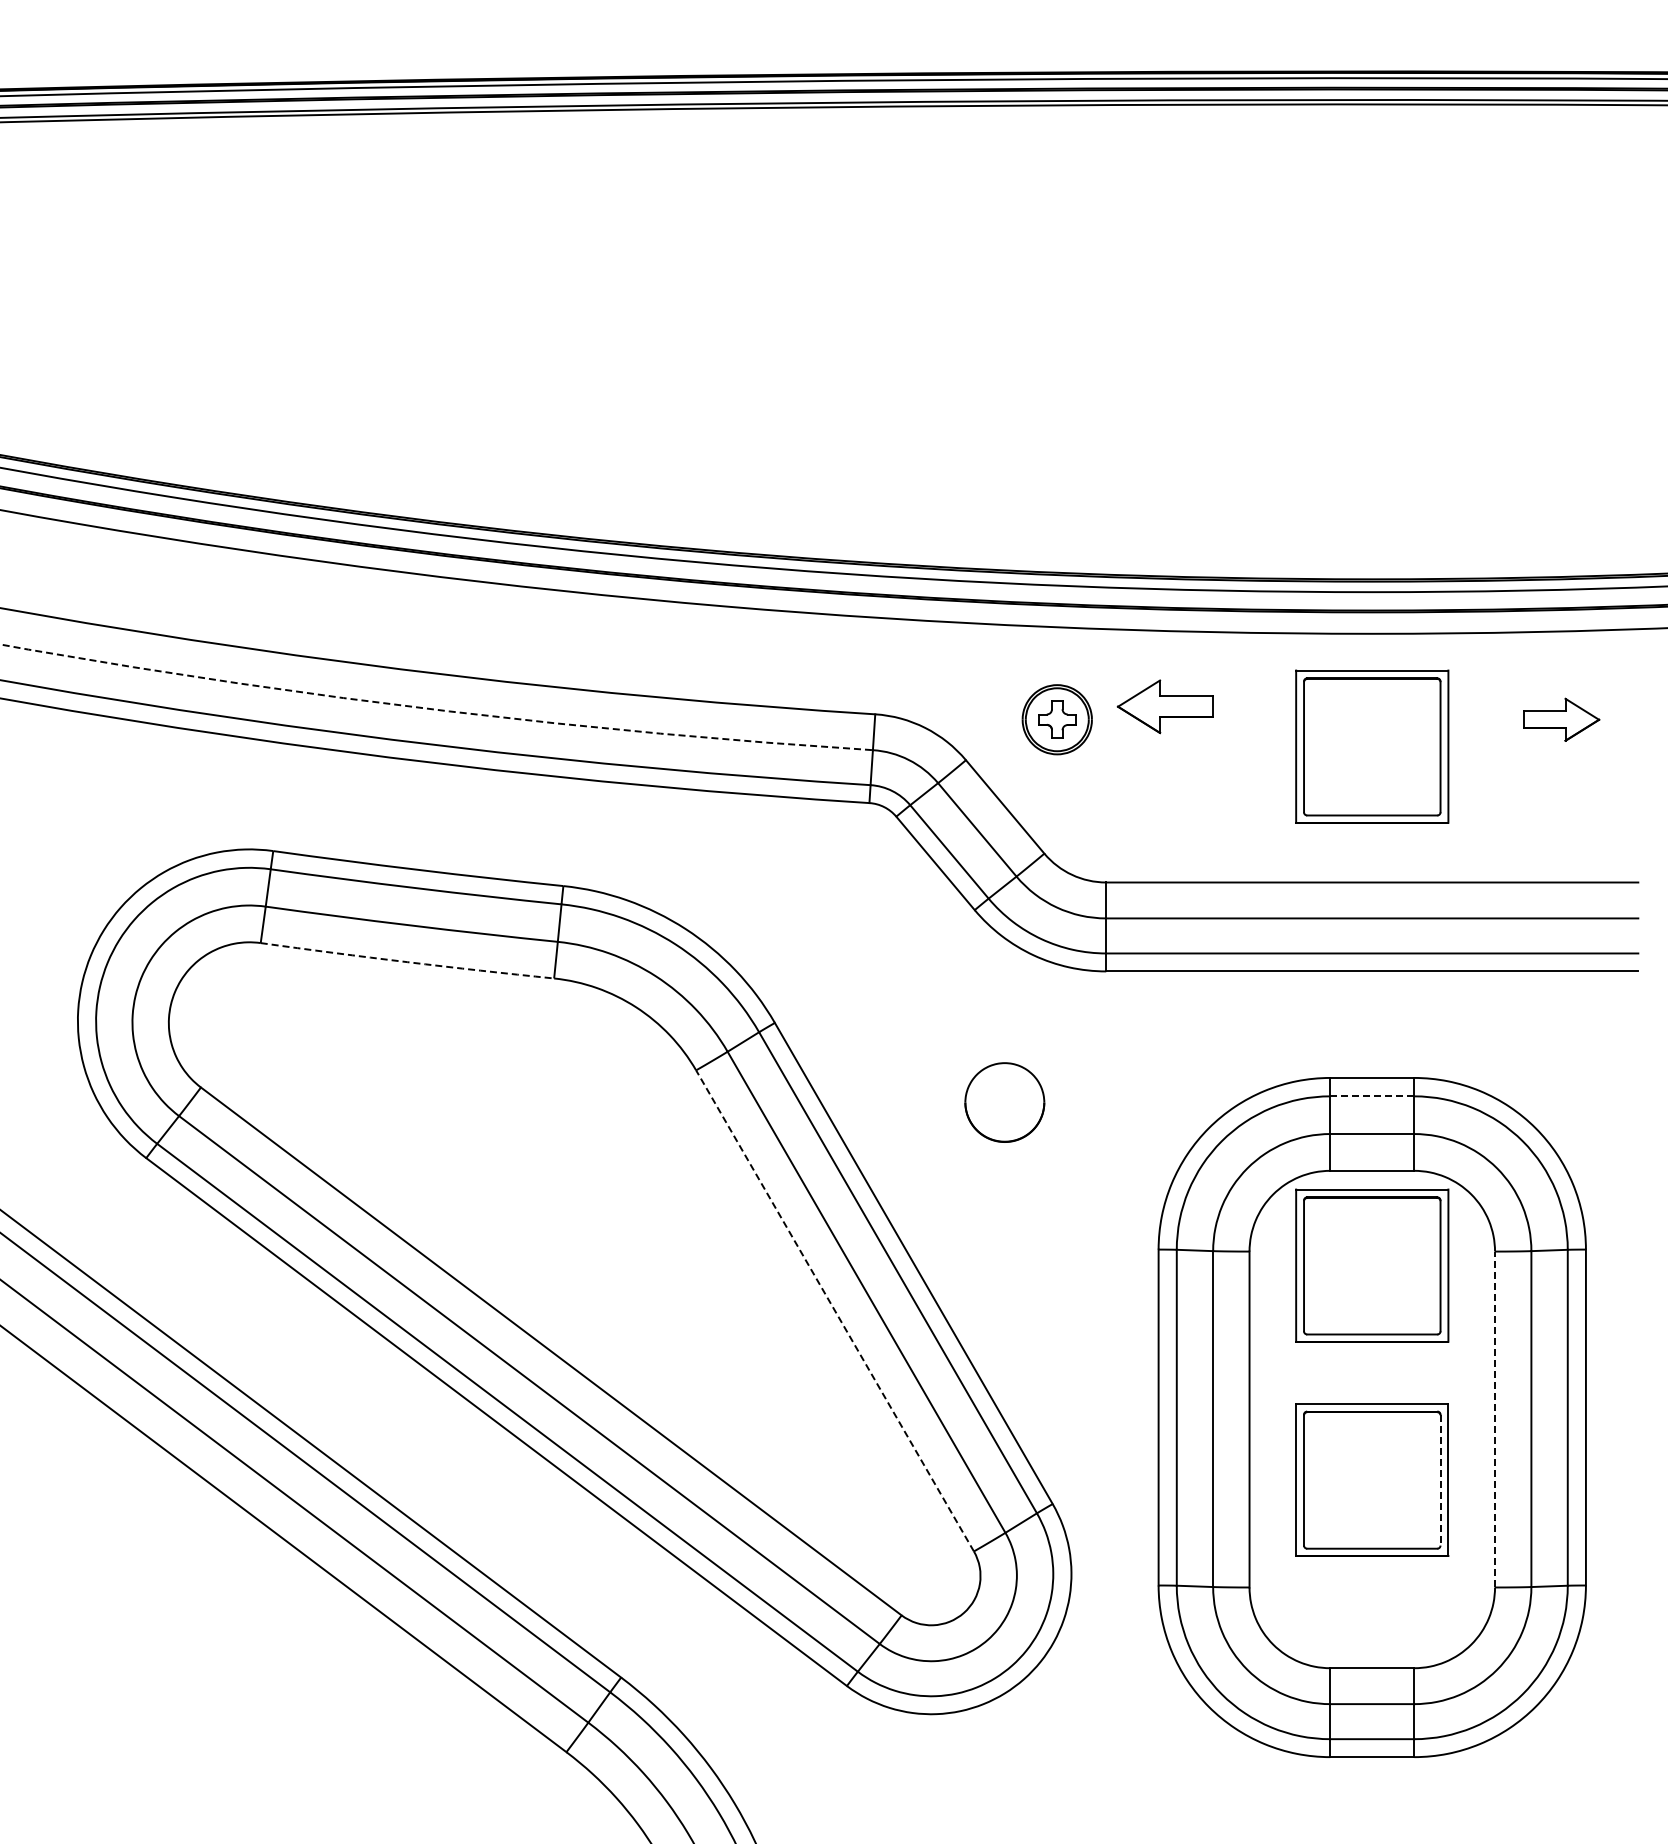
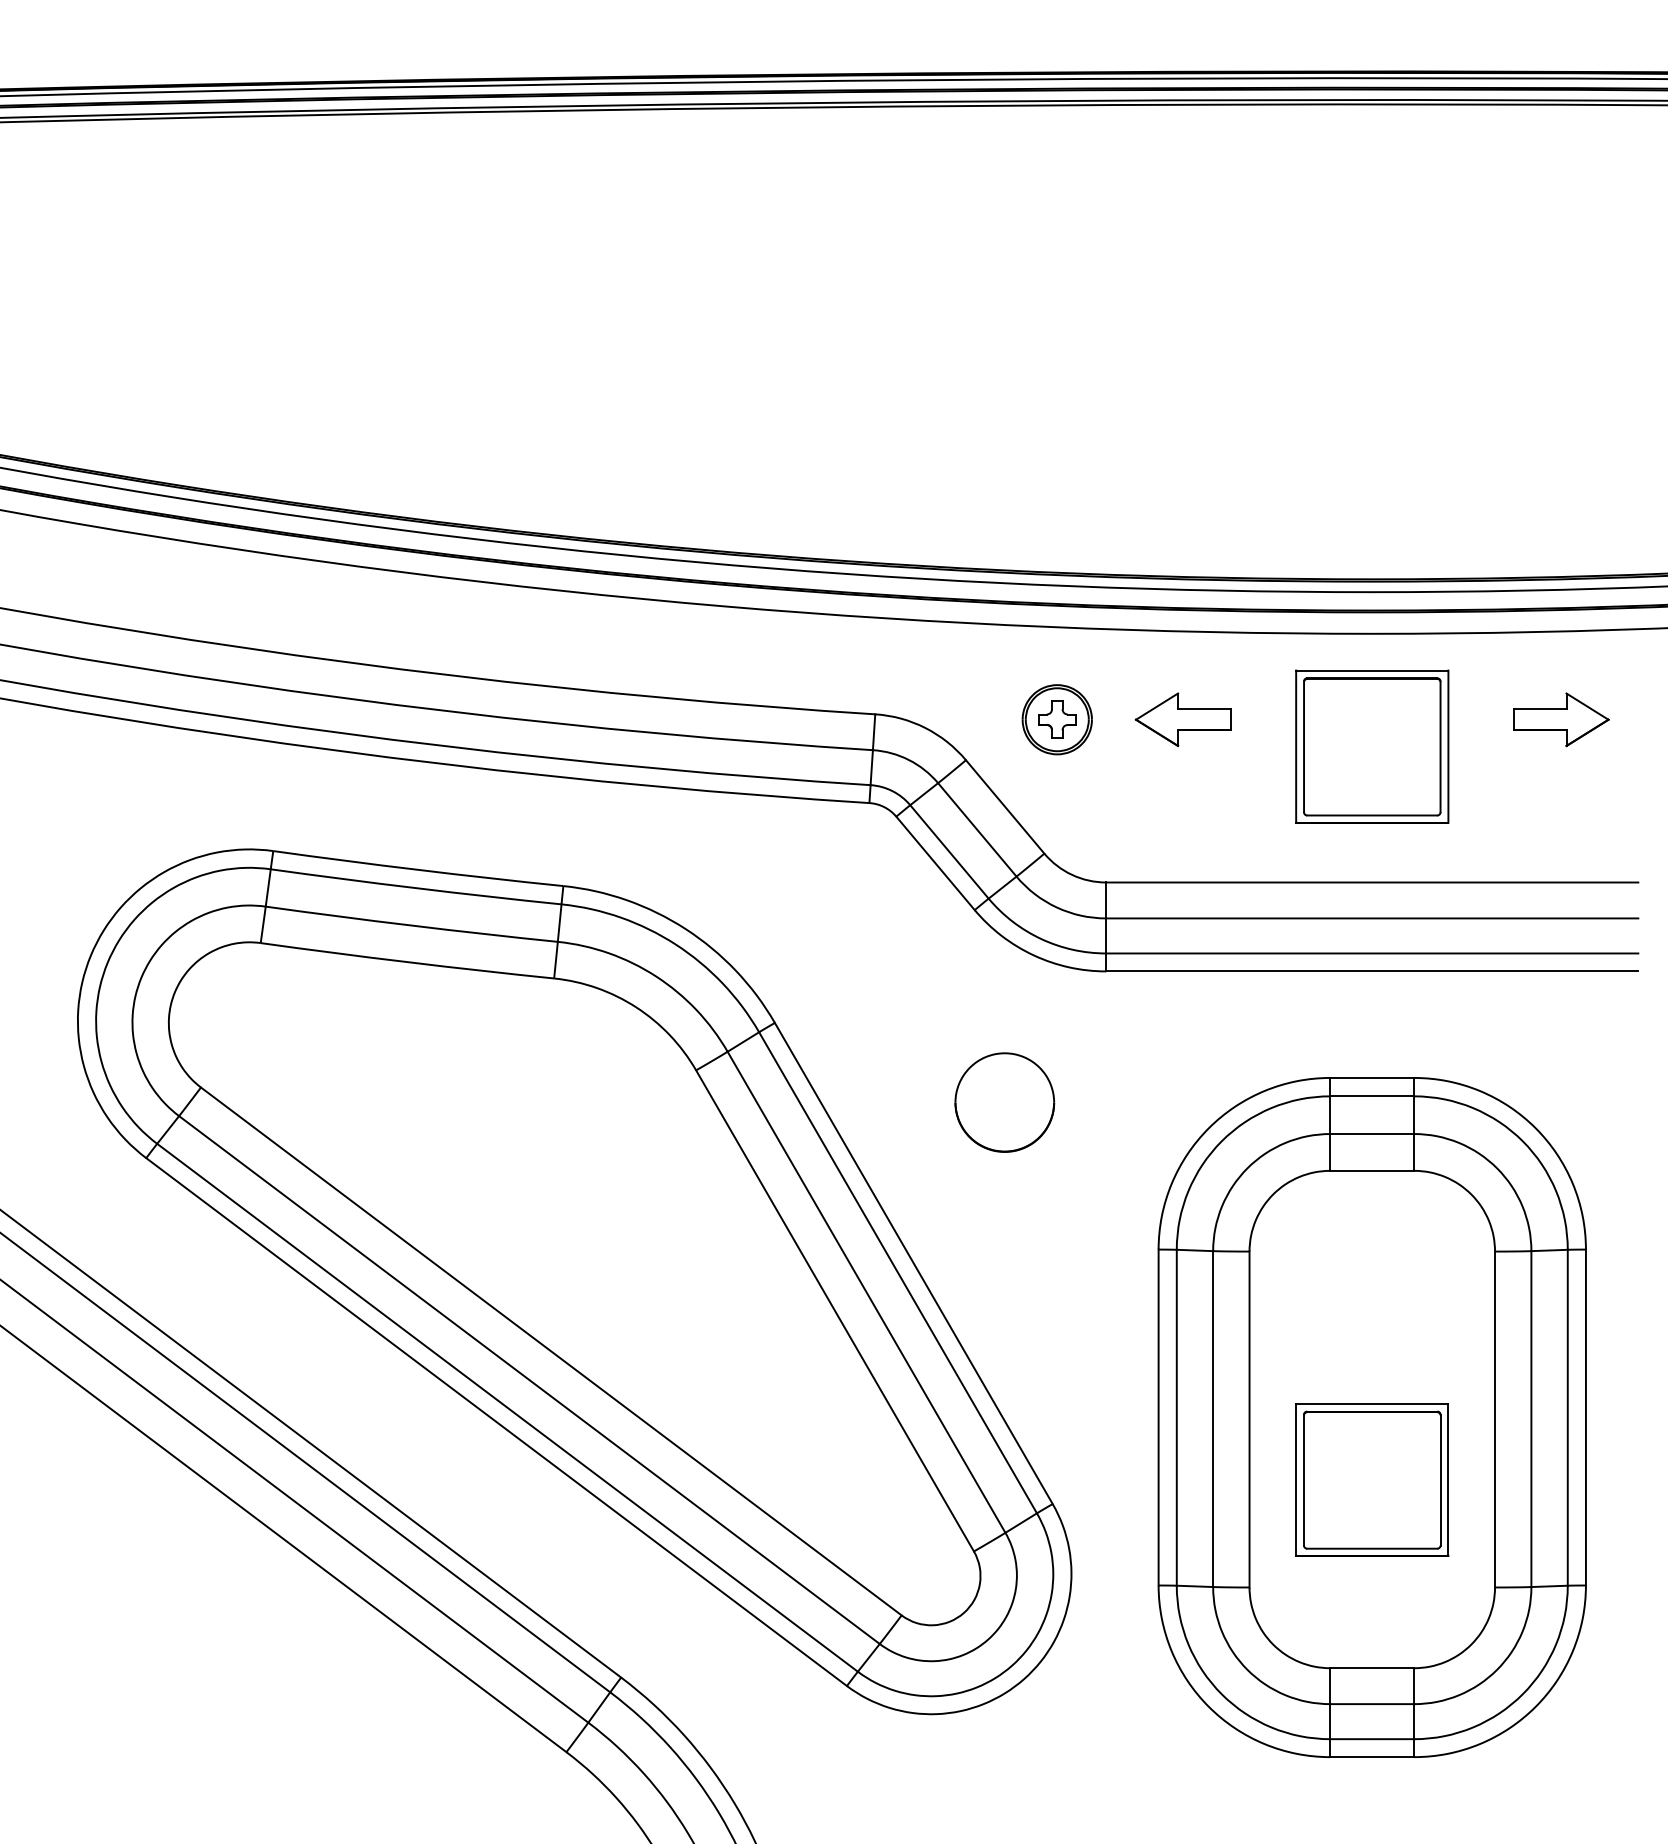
part at (1164, 706) position: (1164, 706) -> (1182, 719)
arc at (435, 709): dashed -> solid
part at (1561, 719) size: 78x45 px -> 97x56 px
arc at (407, 962): dashed -> solid
line at (1372, 1096): dashed -> solid
part at (1004, 1102) size: 82x81 px -> 102x101 px
part at (1372, 1265): present -> none
line at (835, 1310): dashed -> solid
line at (1495, 1419): dashed -> solid
line at (1440, 1480): dashed -> solid
